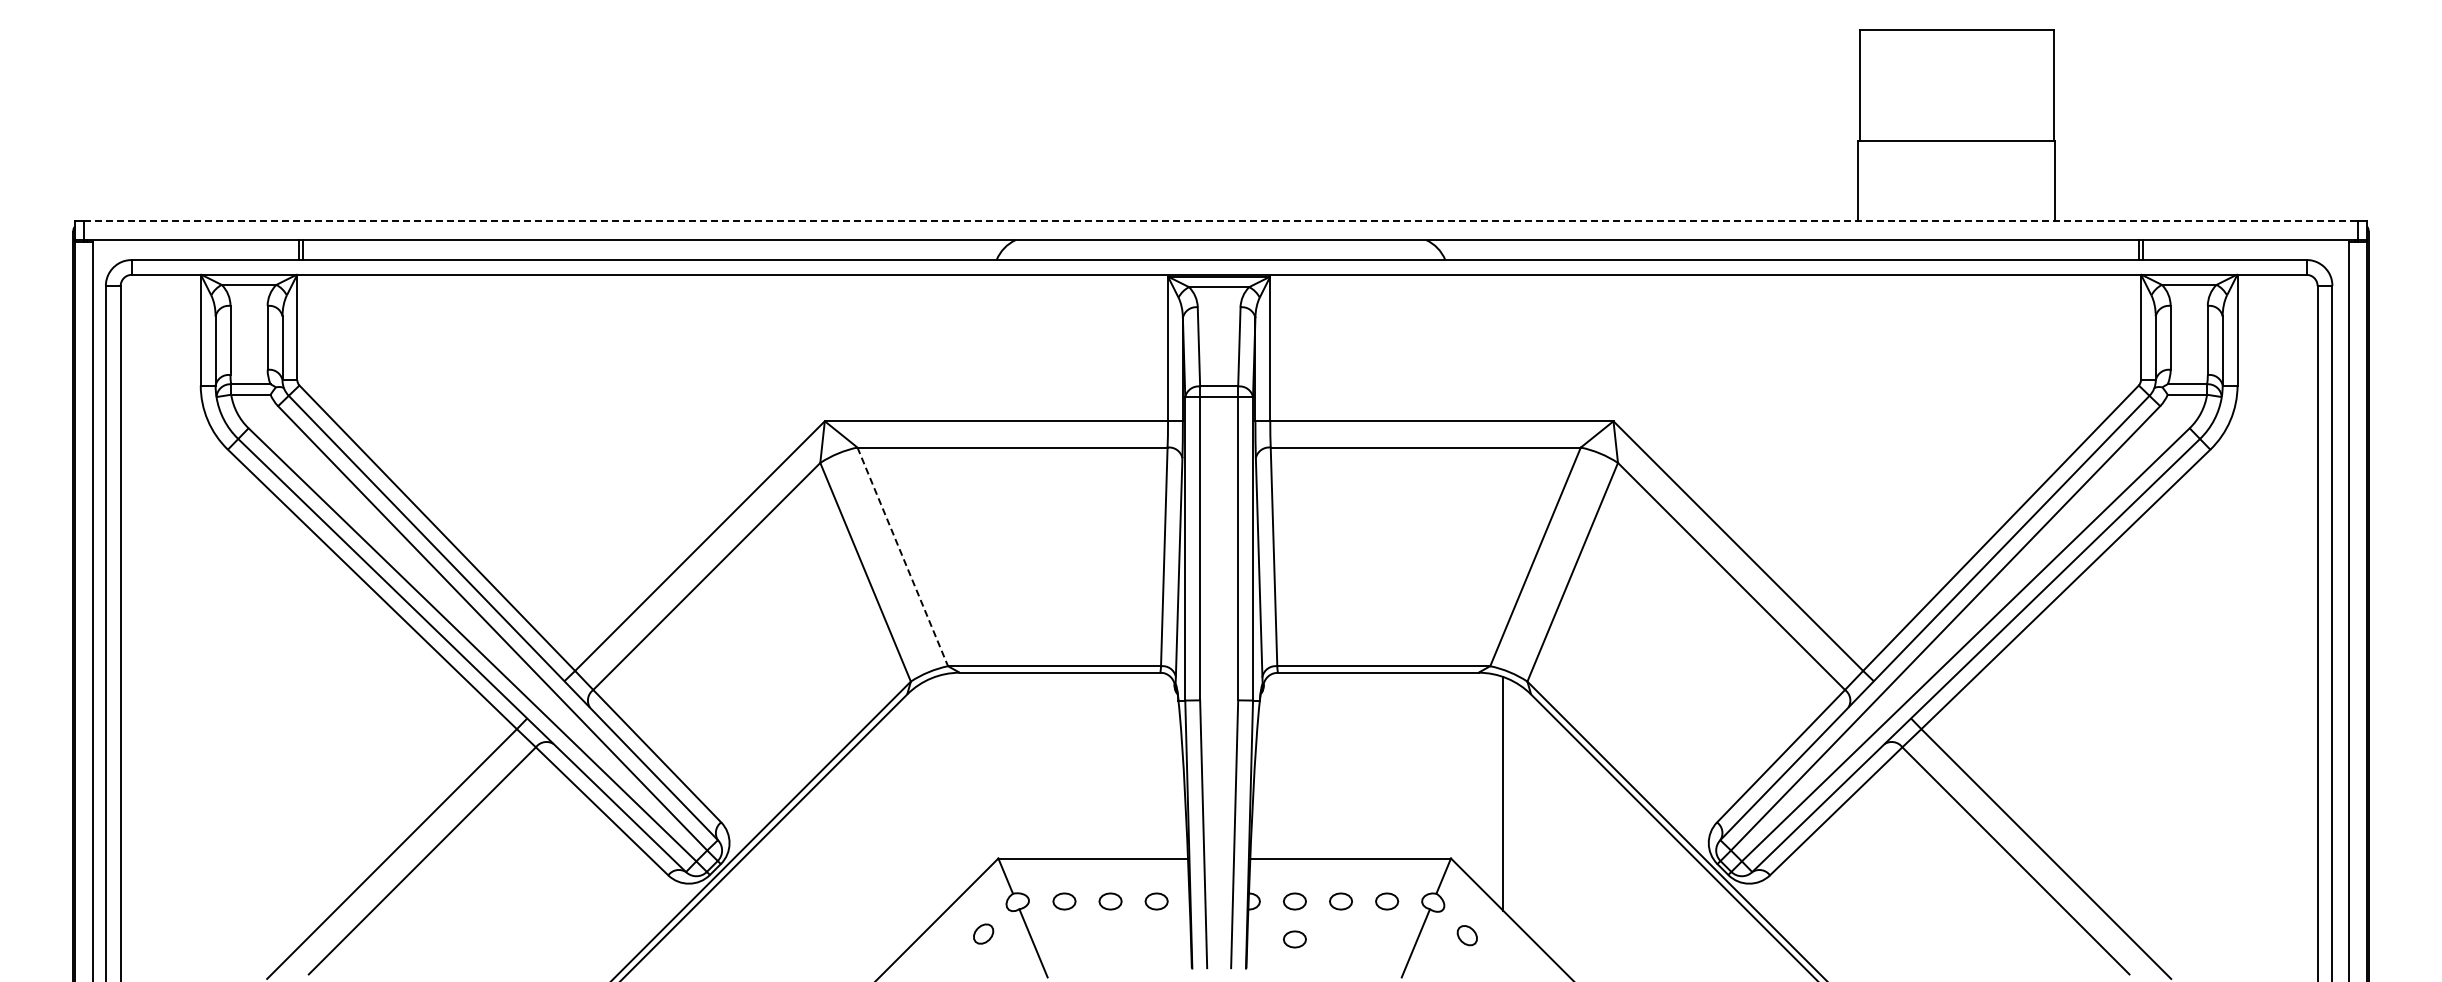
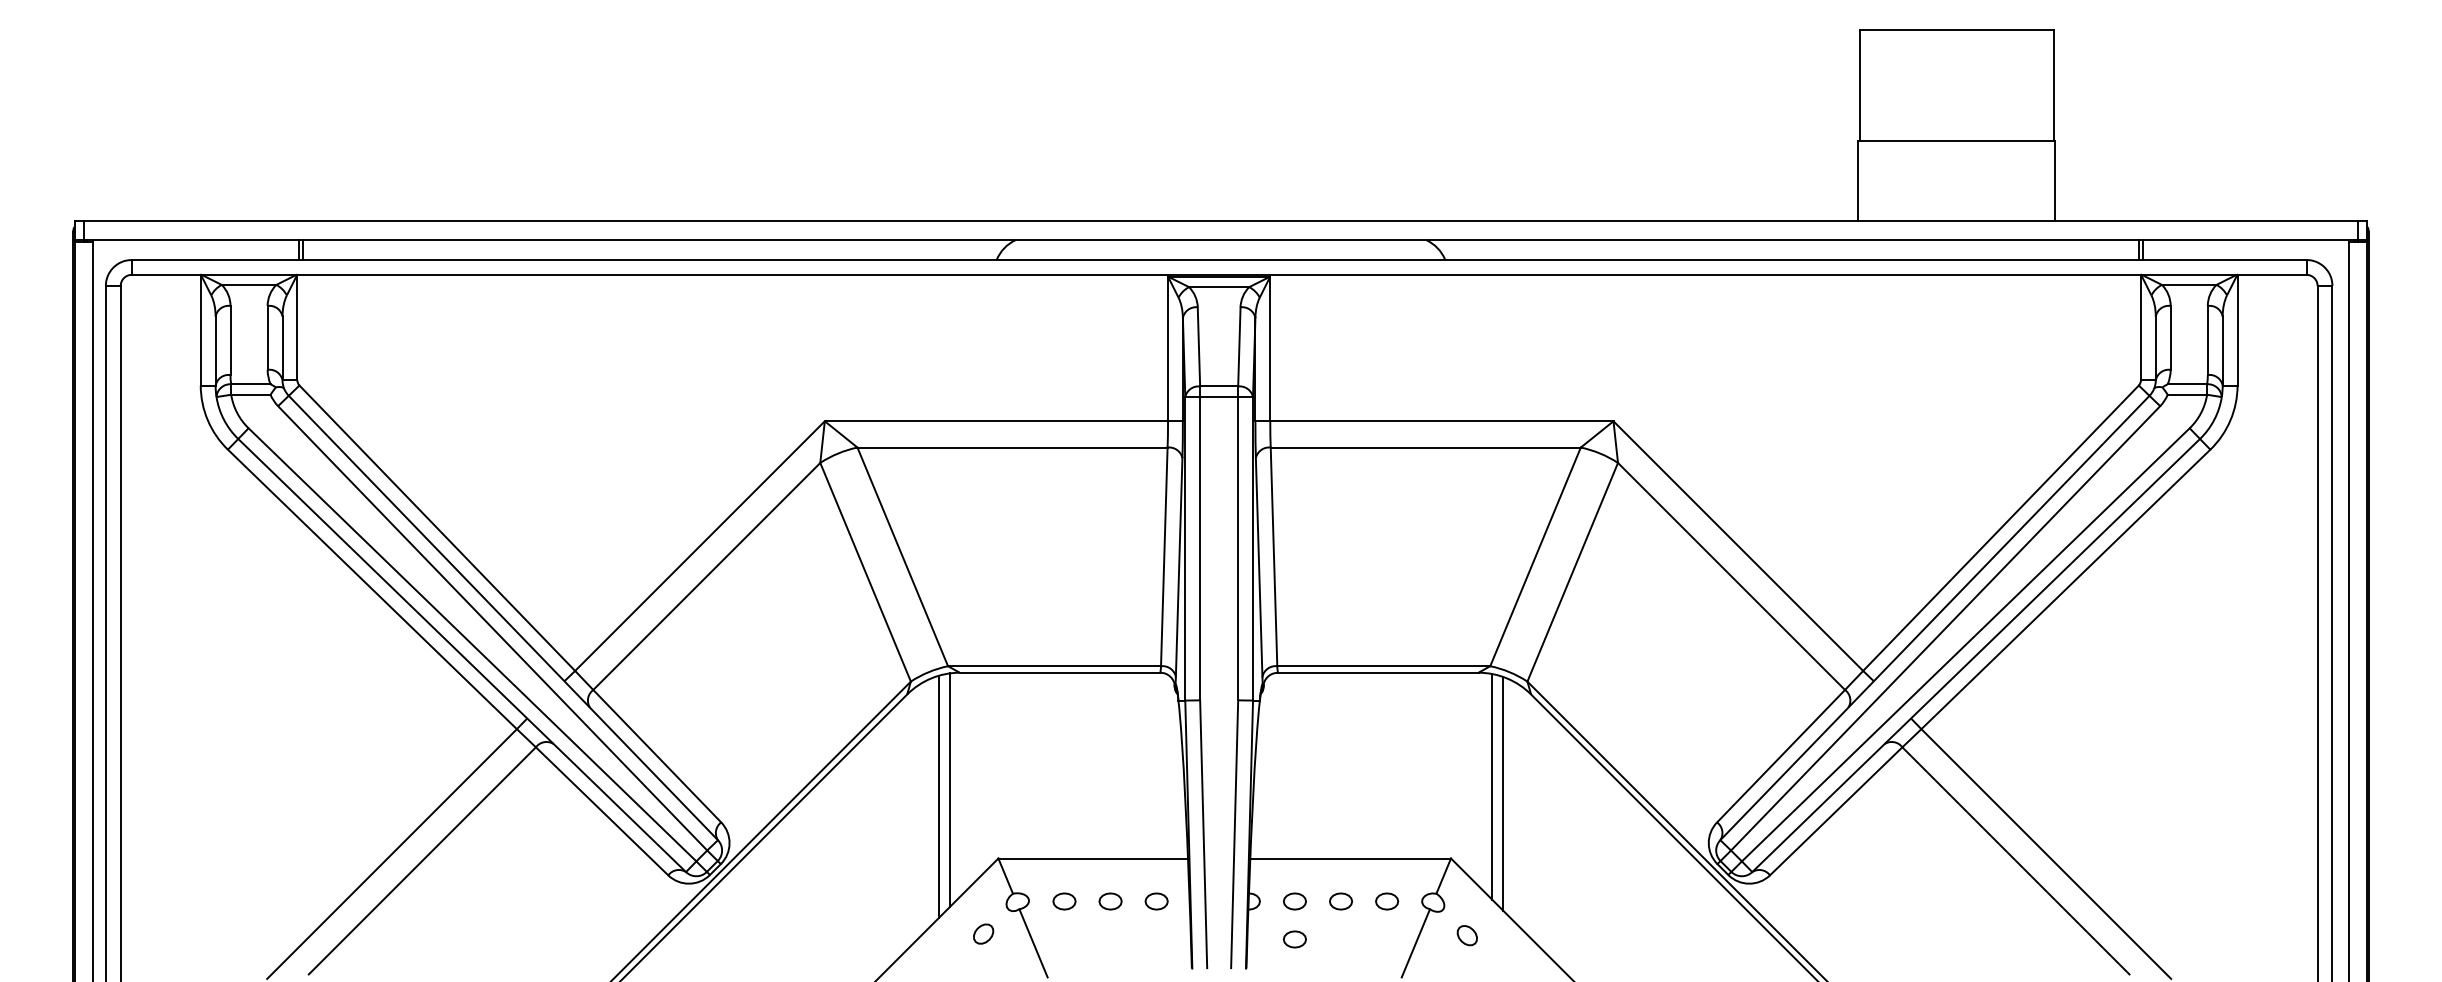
line at (1221, 221): dashed -> solid
line at (902, 557): dashed -> solid
line at (1492, 786): none -> present
line at (949, 790): none -> present
line at (938, 796): none -> present
